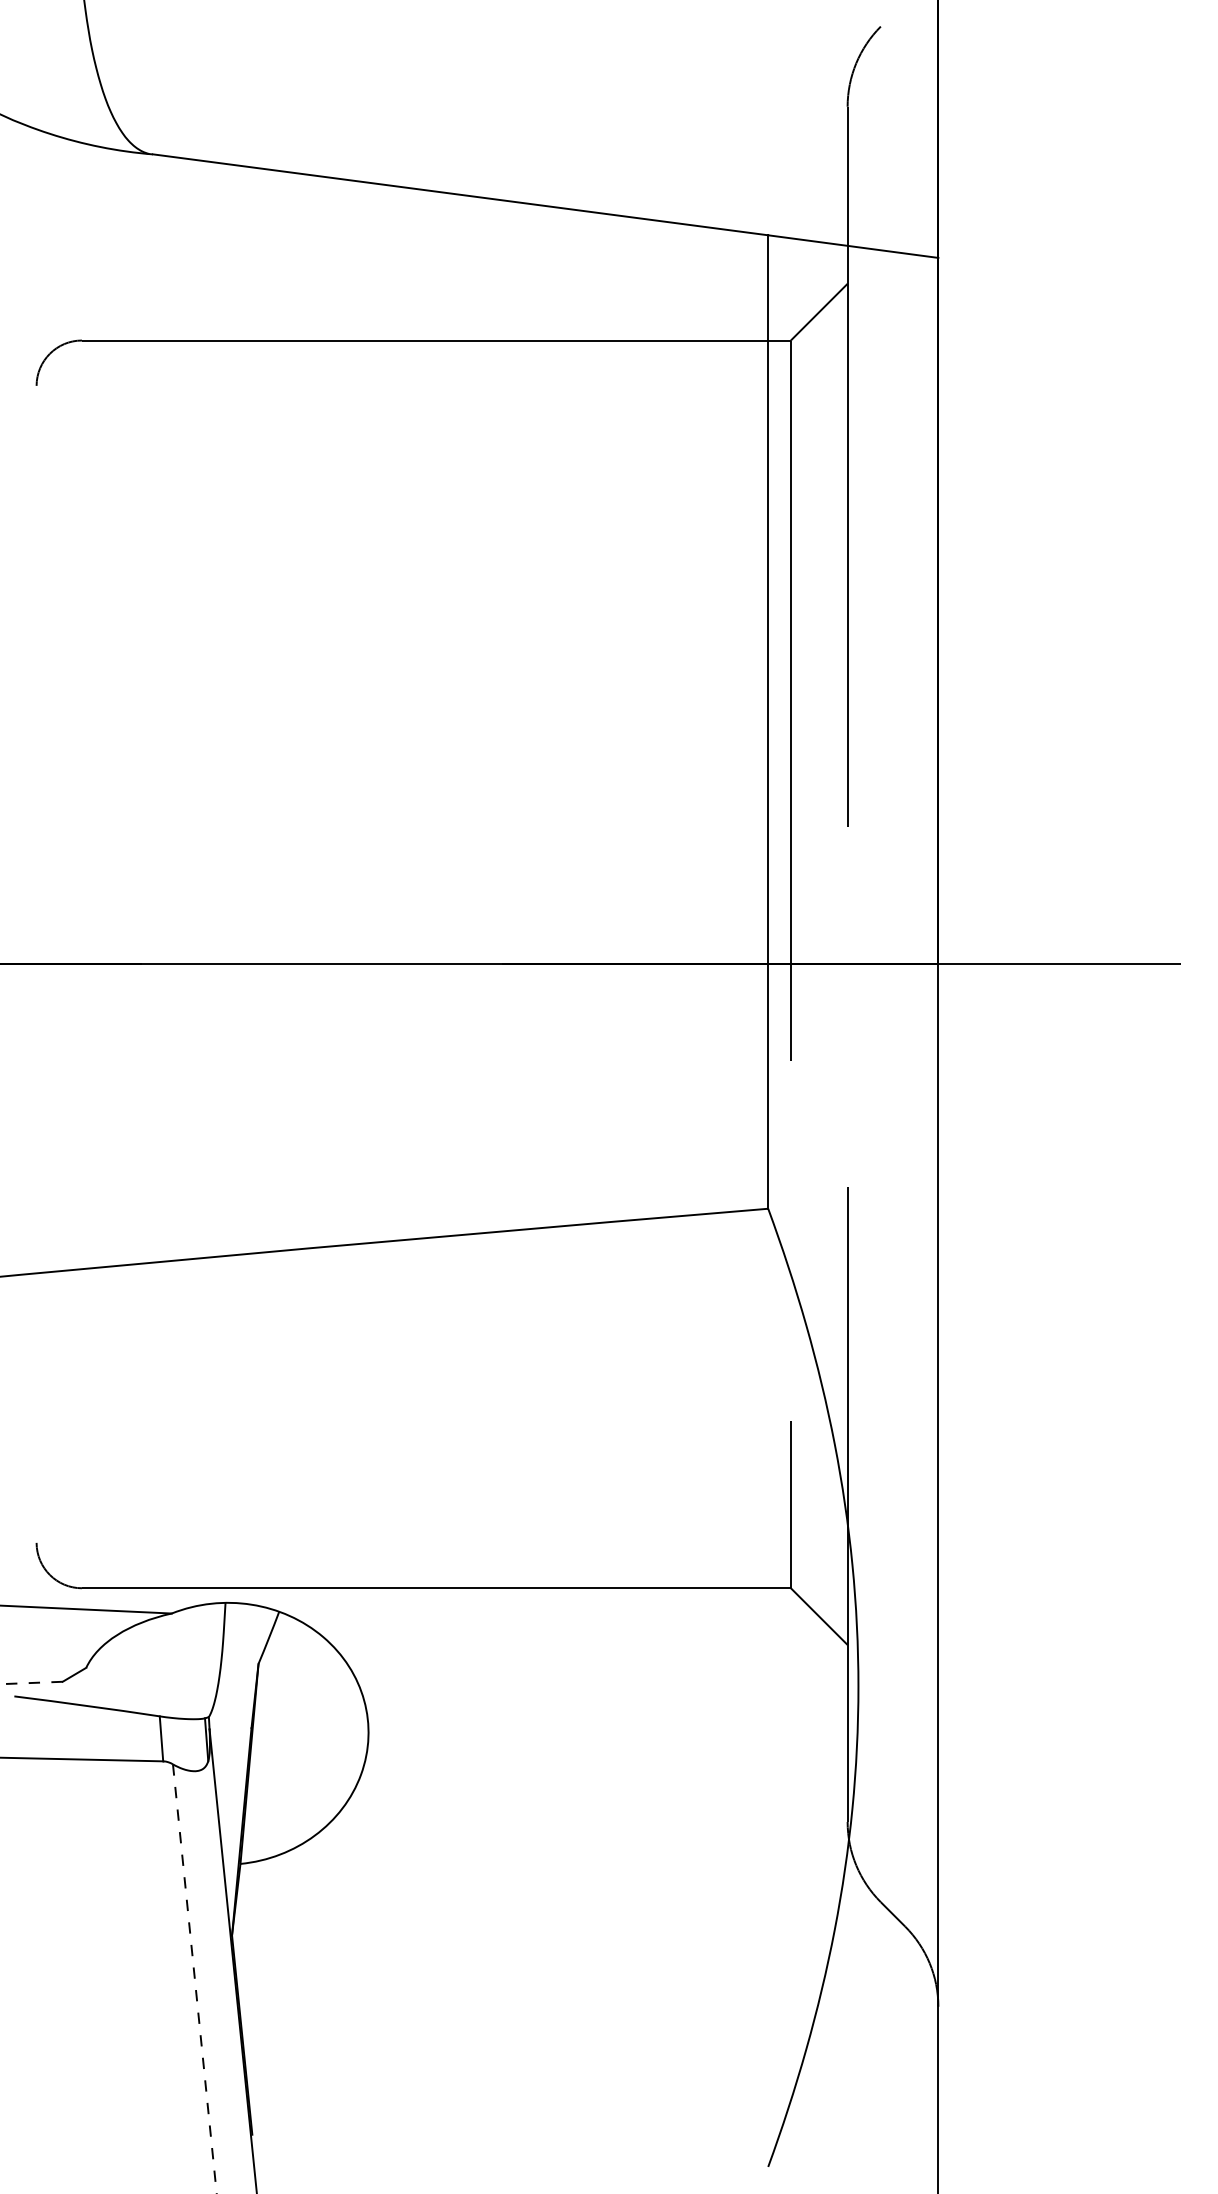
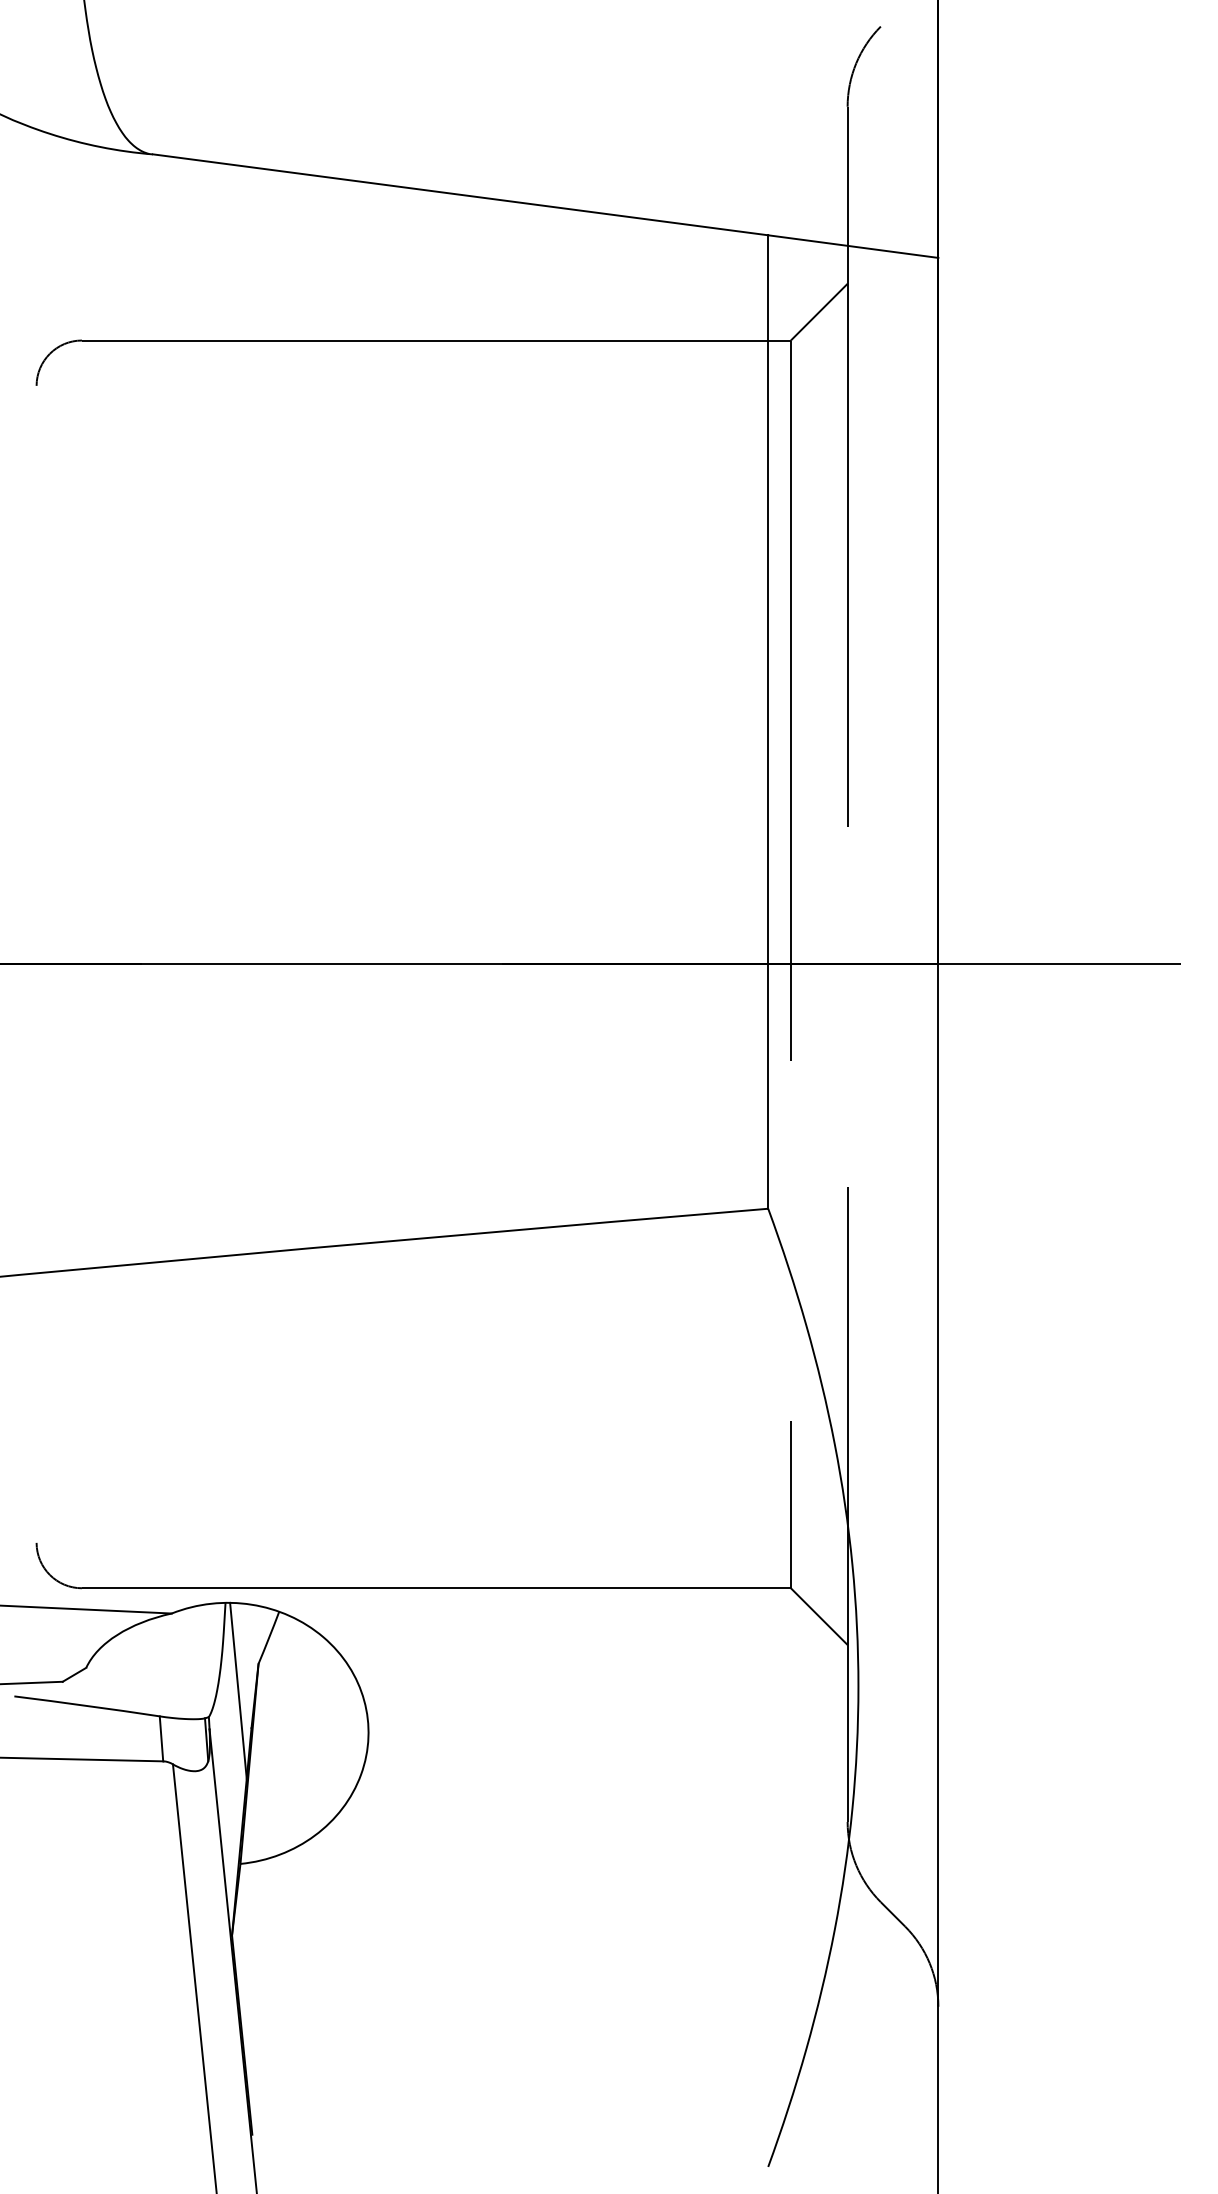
line at (31, 1682): dashed -> solid
line at (238, 1690): none -> present
line at (194, 1978): dashed -> solid
